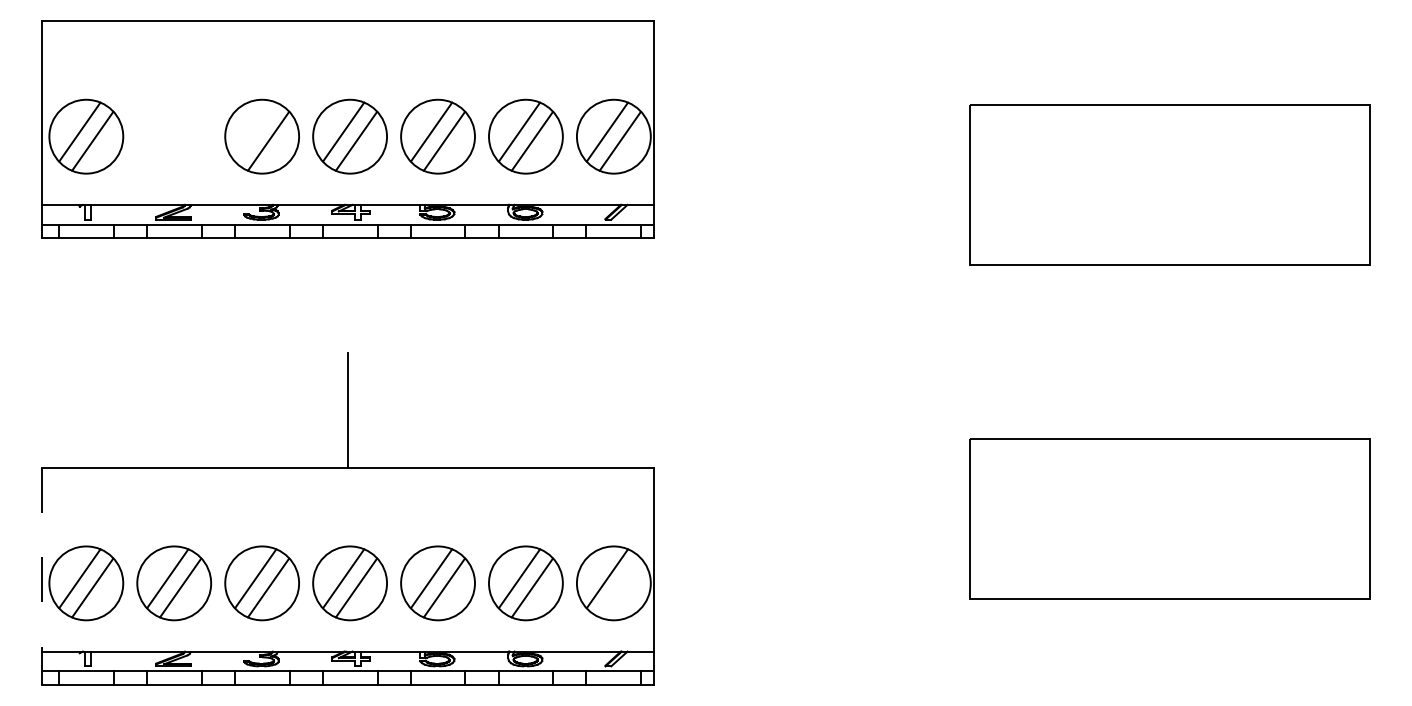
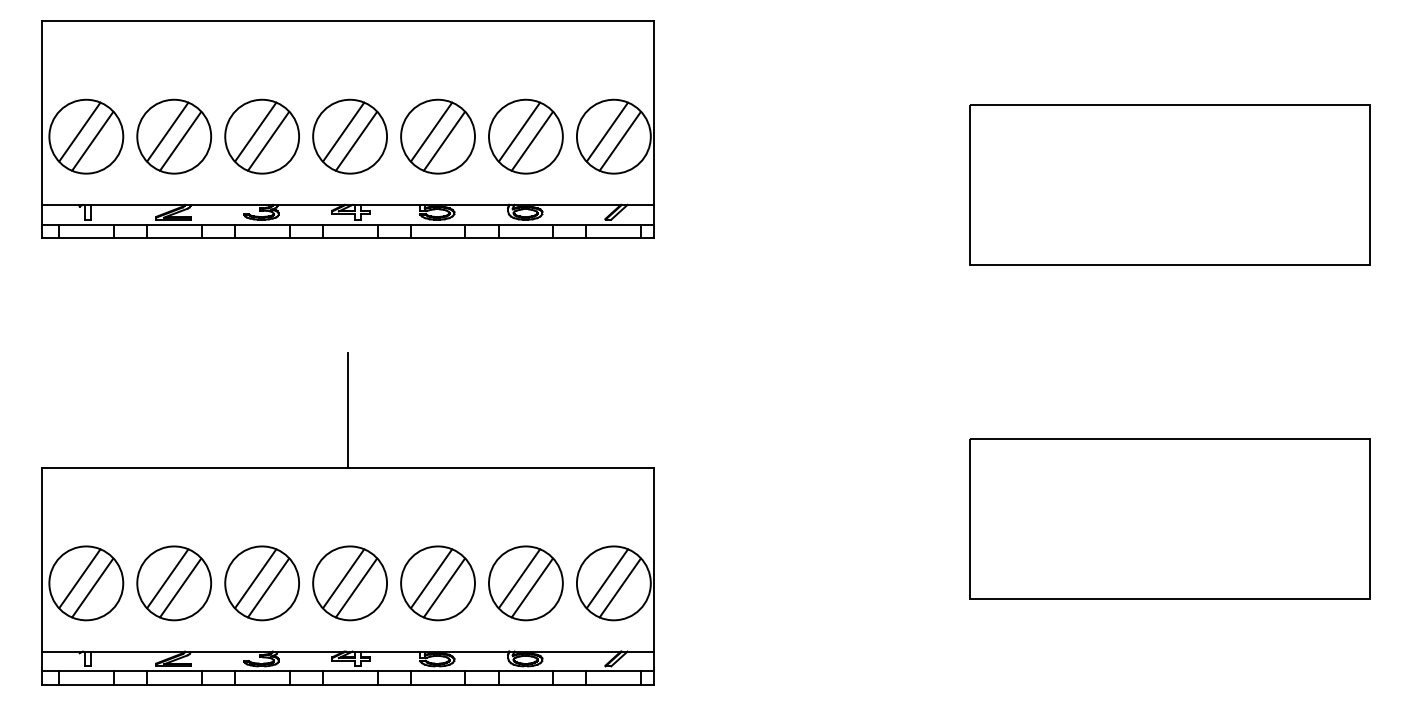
line at (255, 131): none -> present
part at (174, 136): none -> present
line at (42, 576): dashed -> solid
line at (619, 587): none -> present
